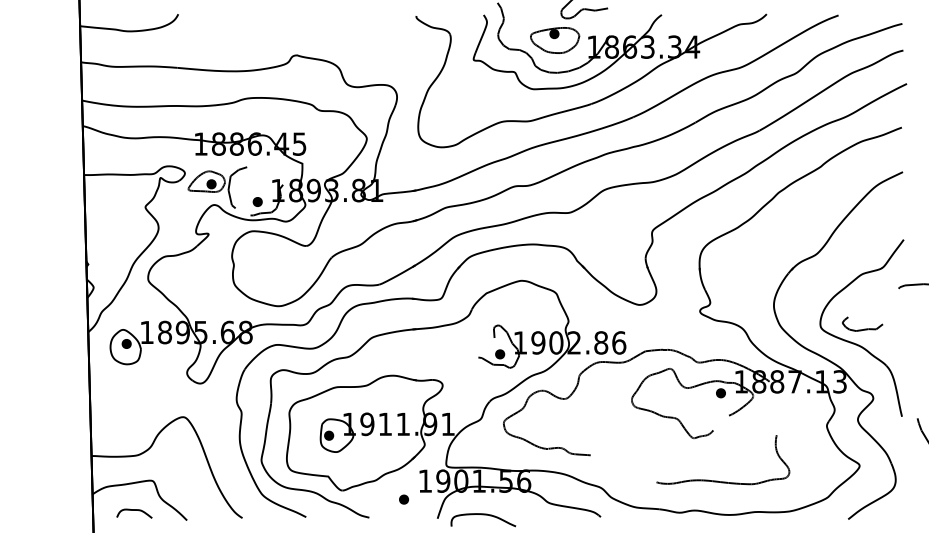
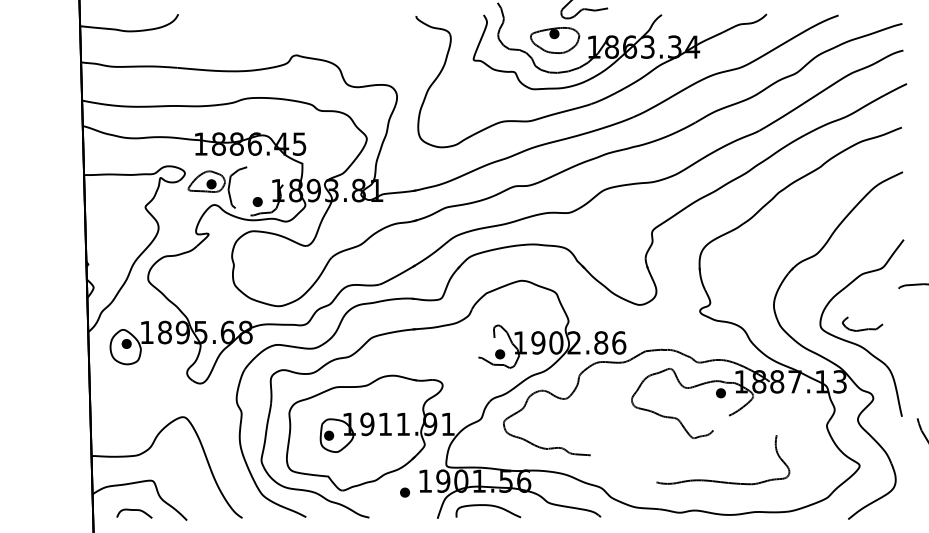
part at (403, 499) position: (403, 499) -> (404, 492)
curve at (483, 515) position: (483, 515) -> (488, 506)
